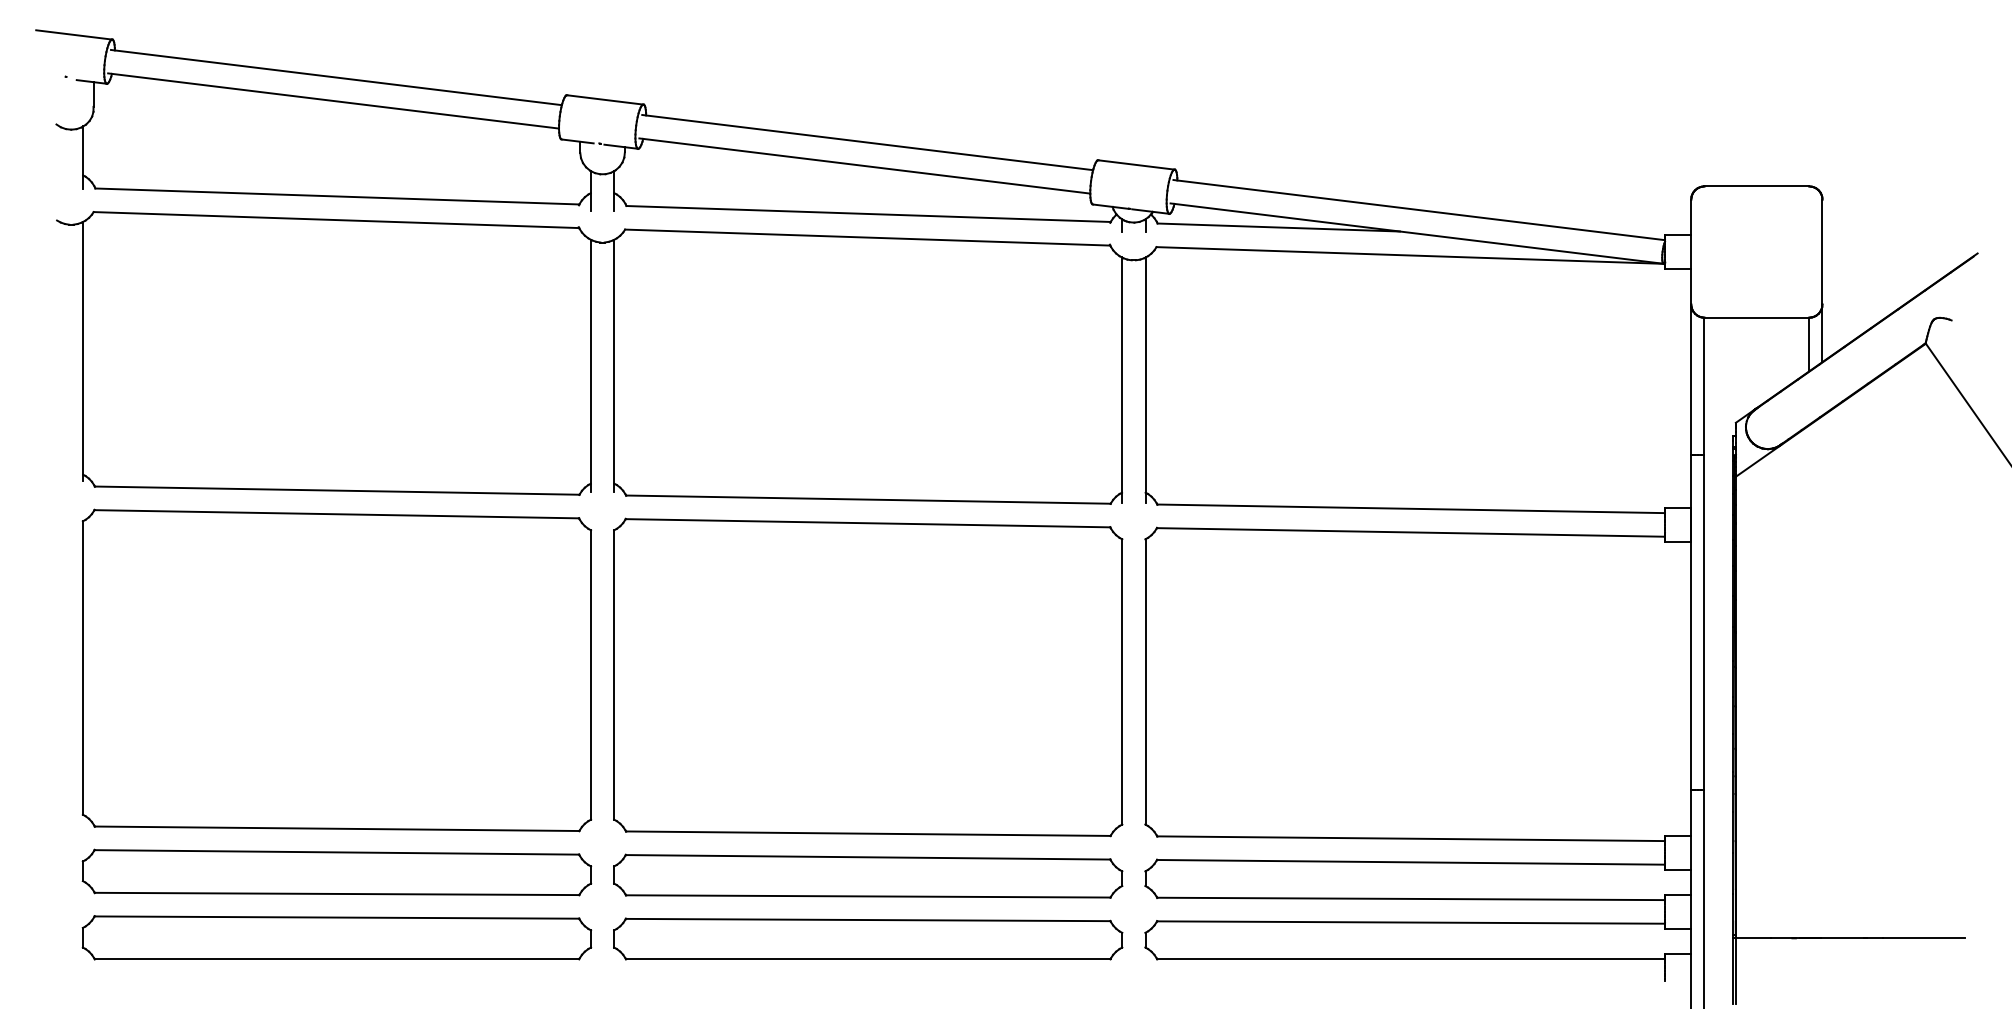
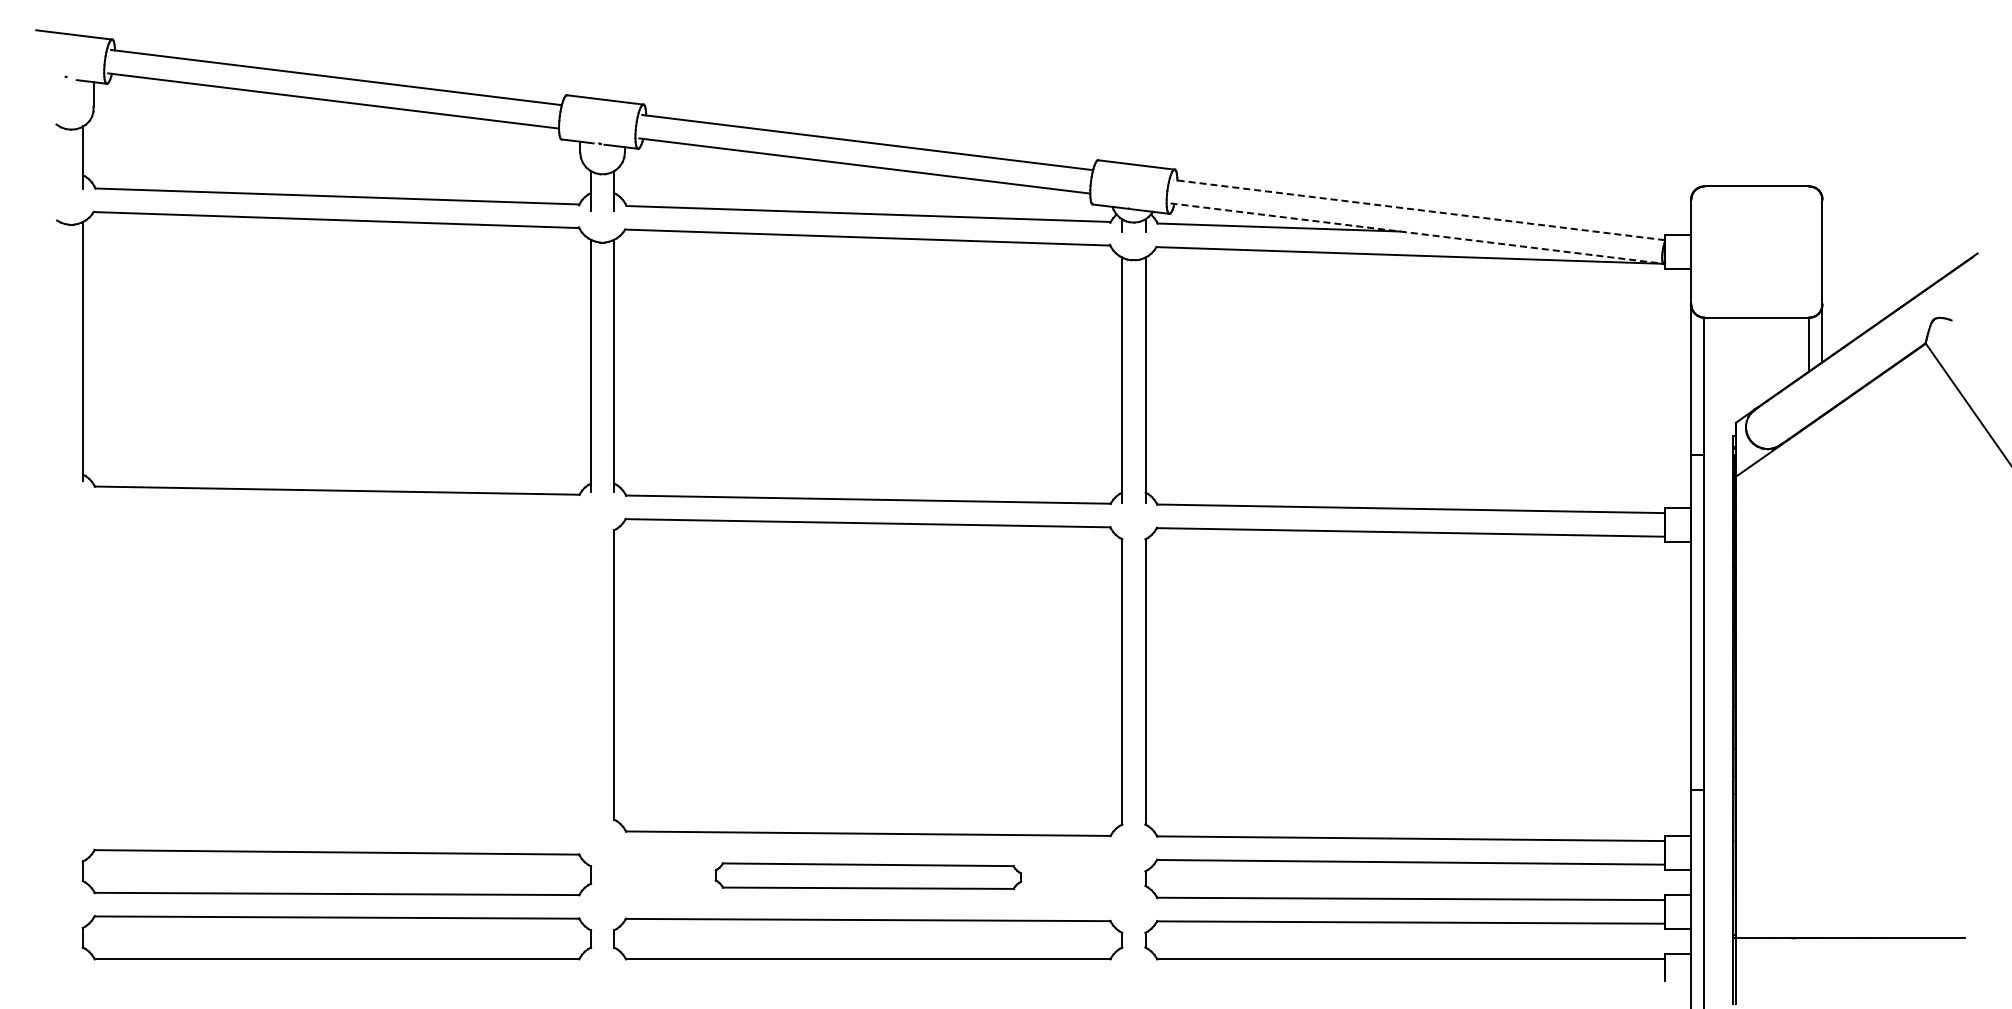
line at (1419, 210): solid -> dashed
line at (1417, 233): solid -> dashed
part at (336, 670): present -> none
part at (868, 875) size: 511x46 px -> 308x28 px
